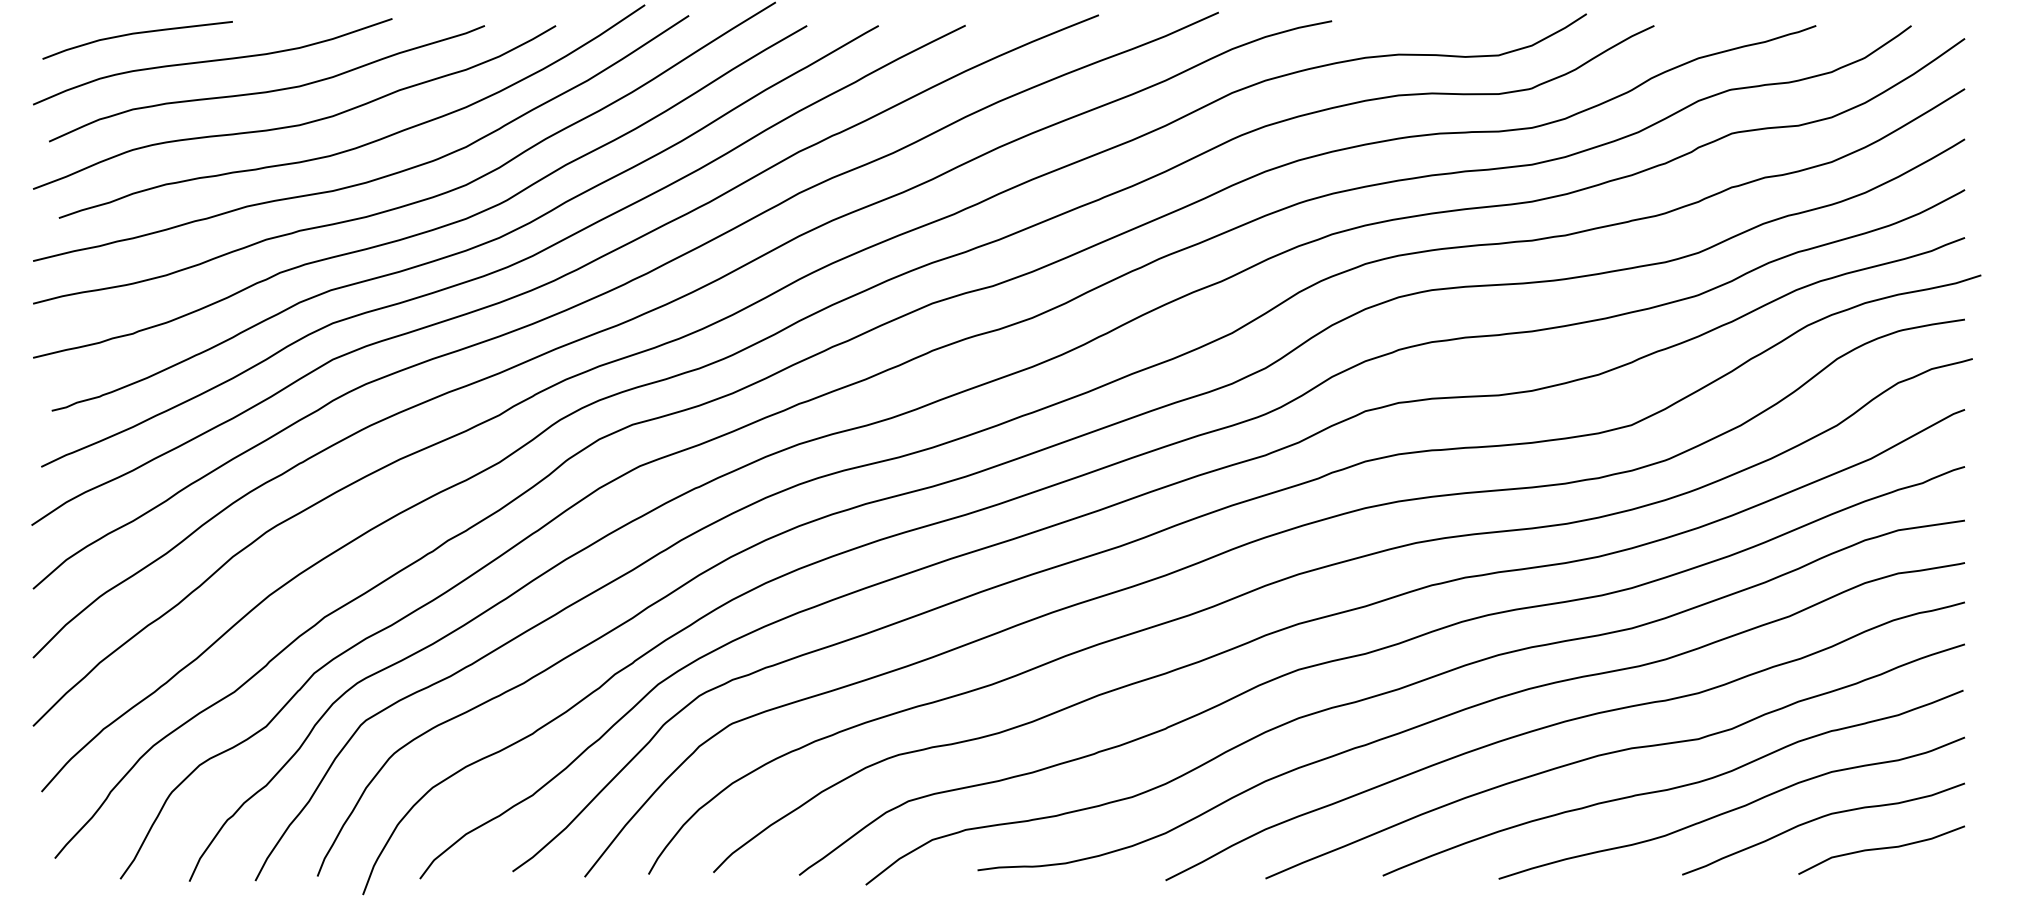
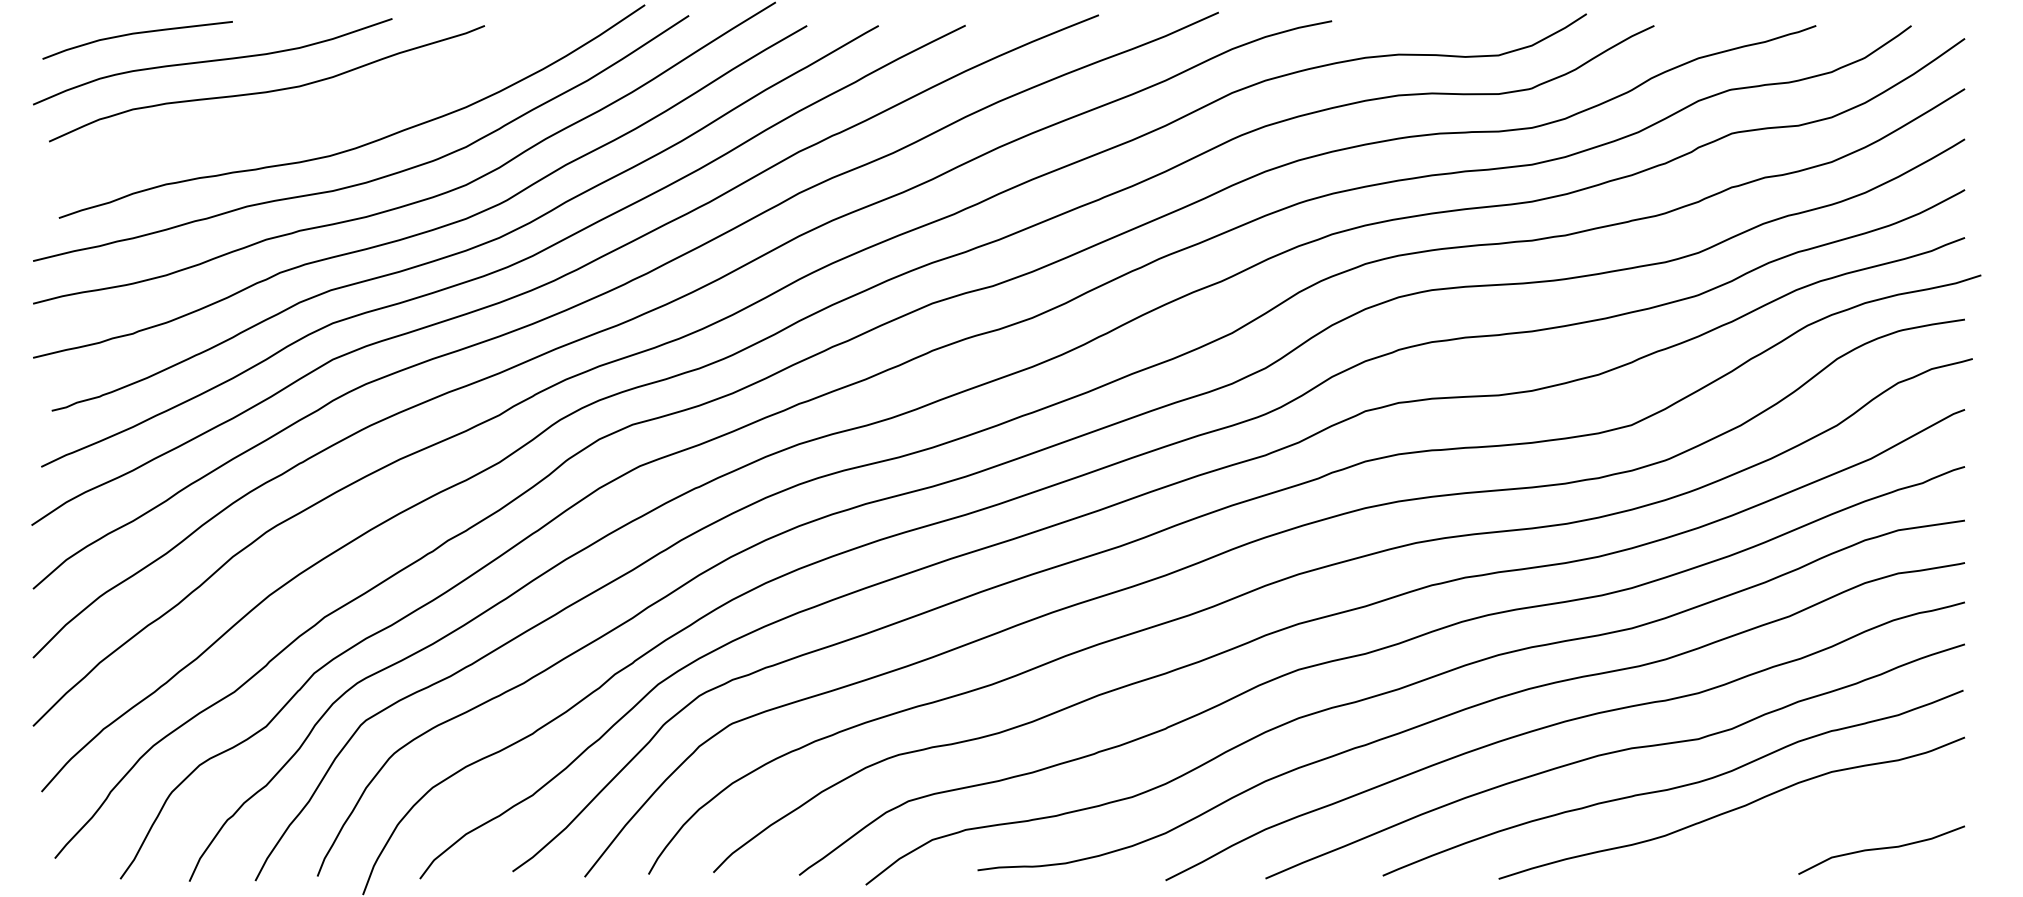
curve at (296, 124): present -> none
curve at (1821, 818): present -> none
